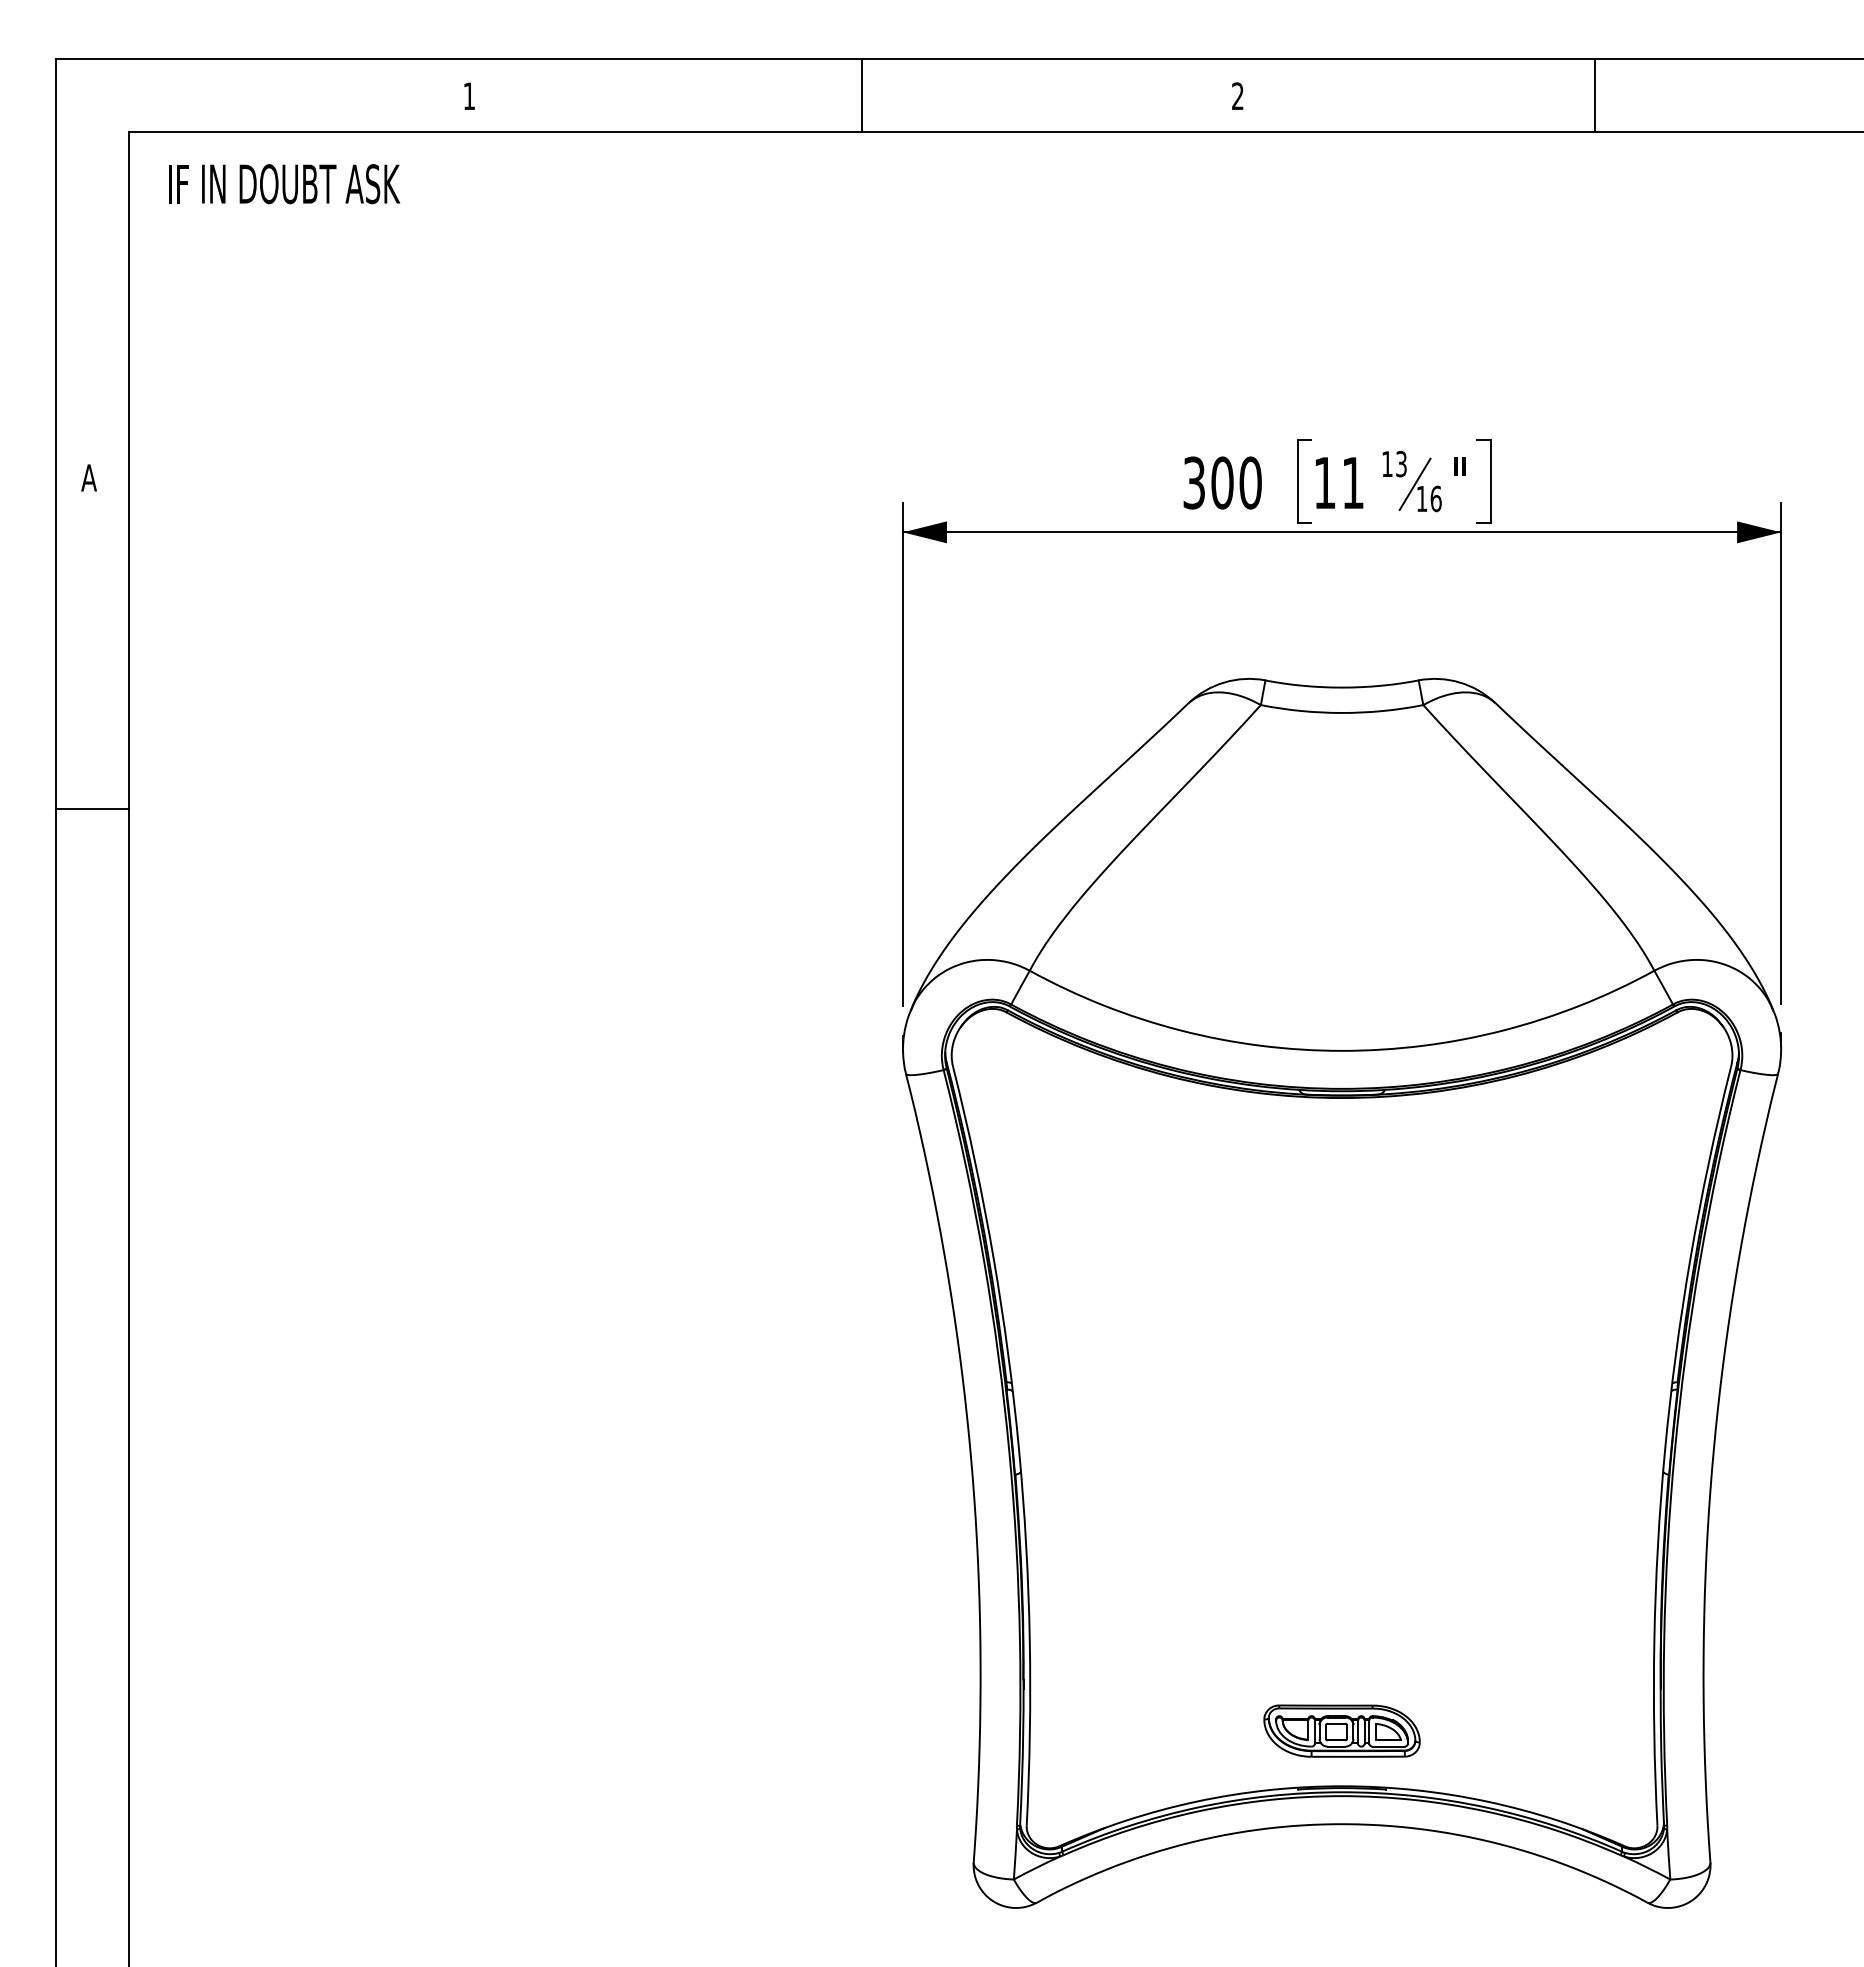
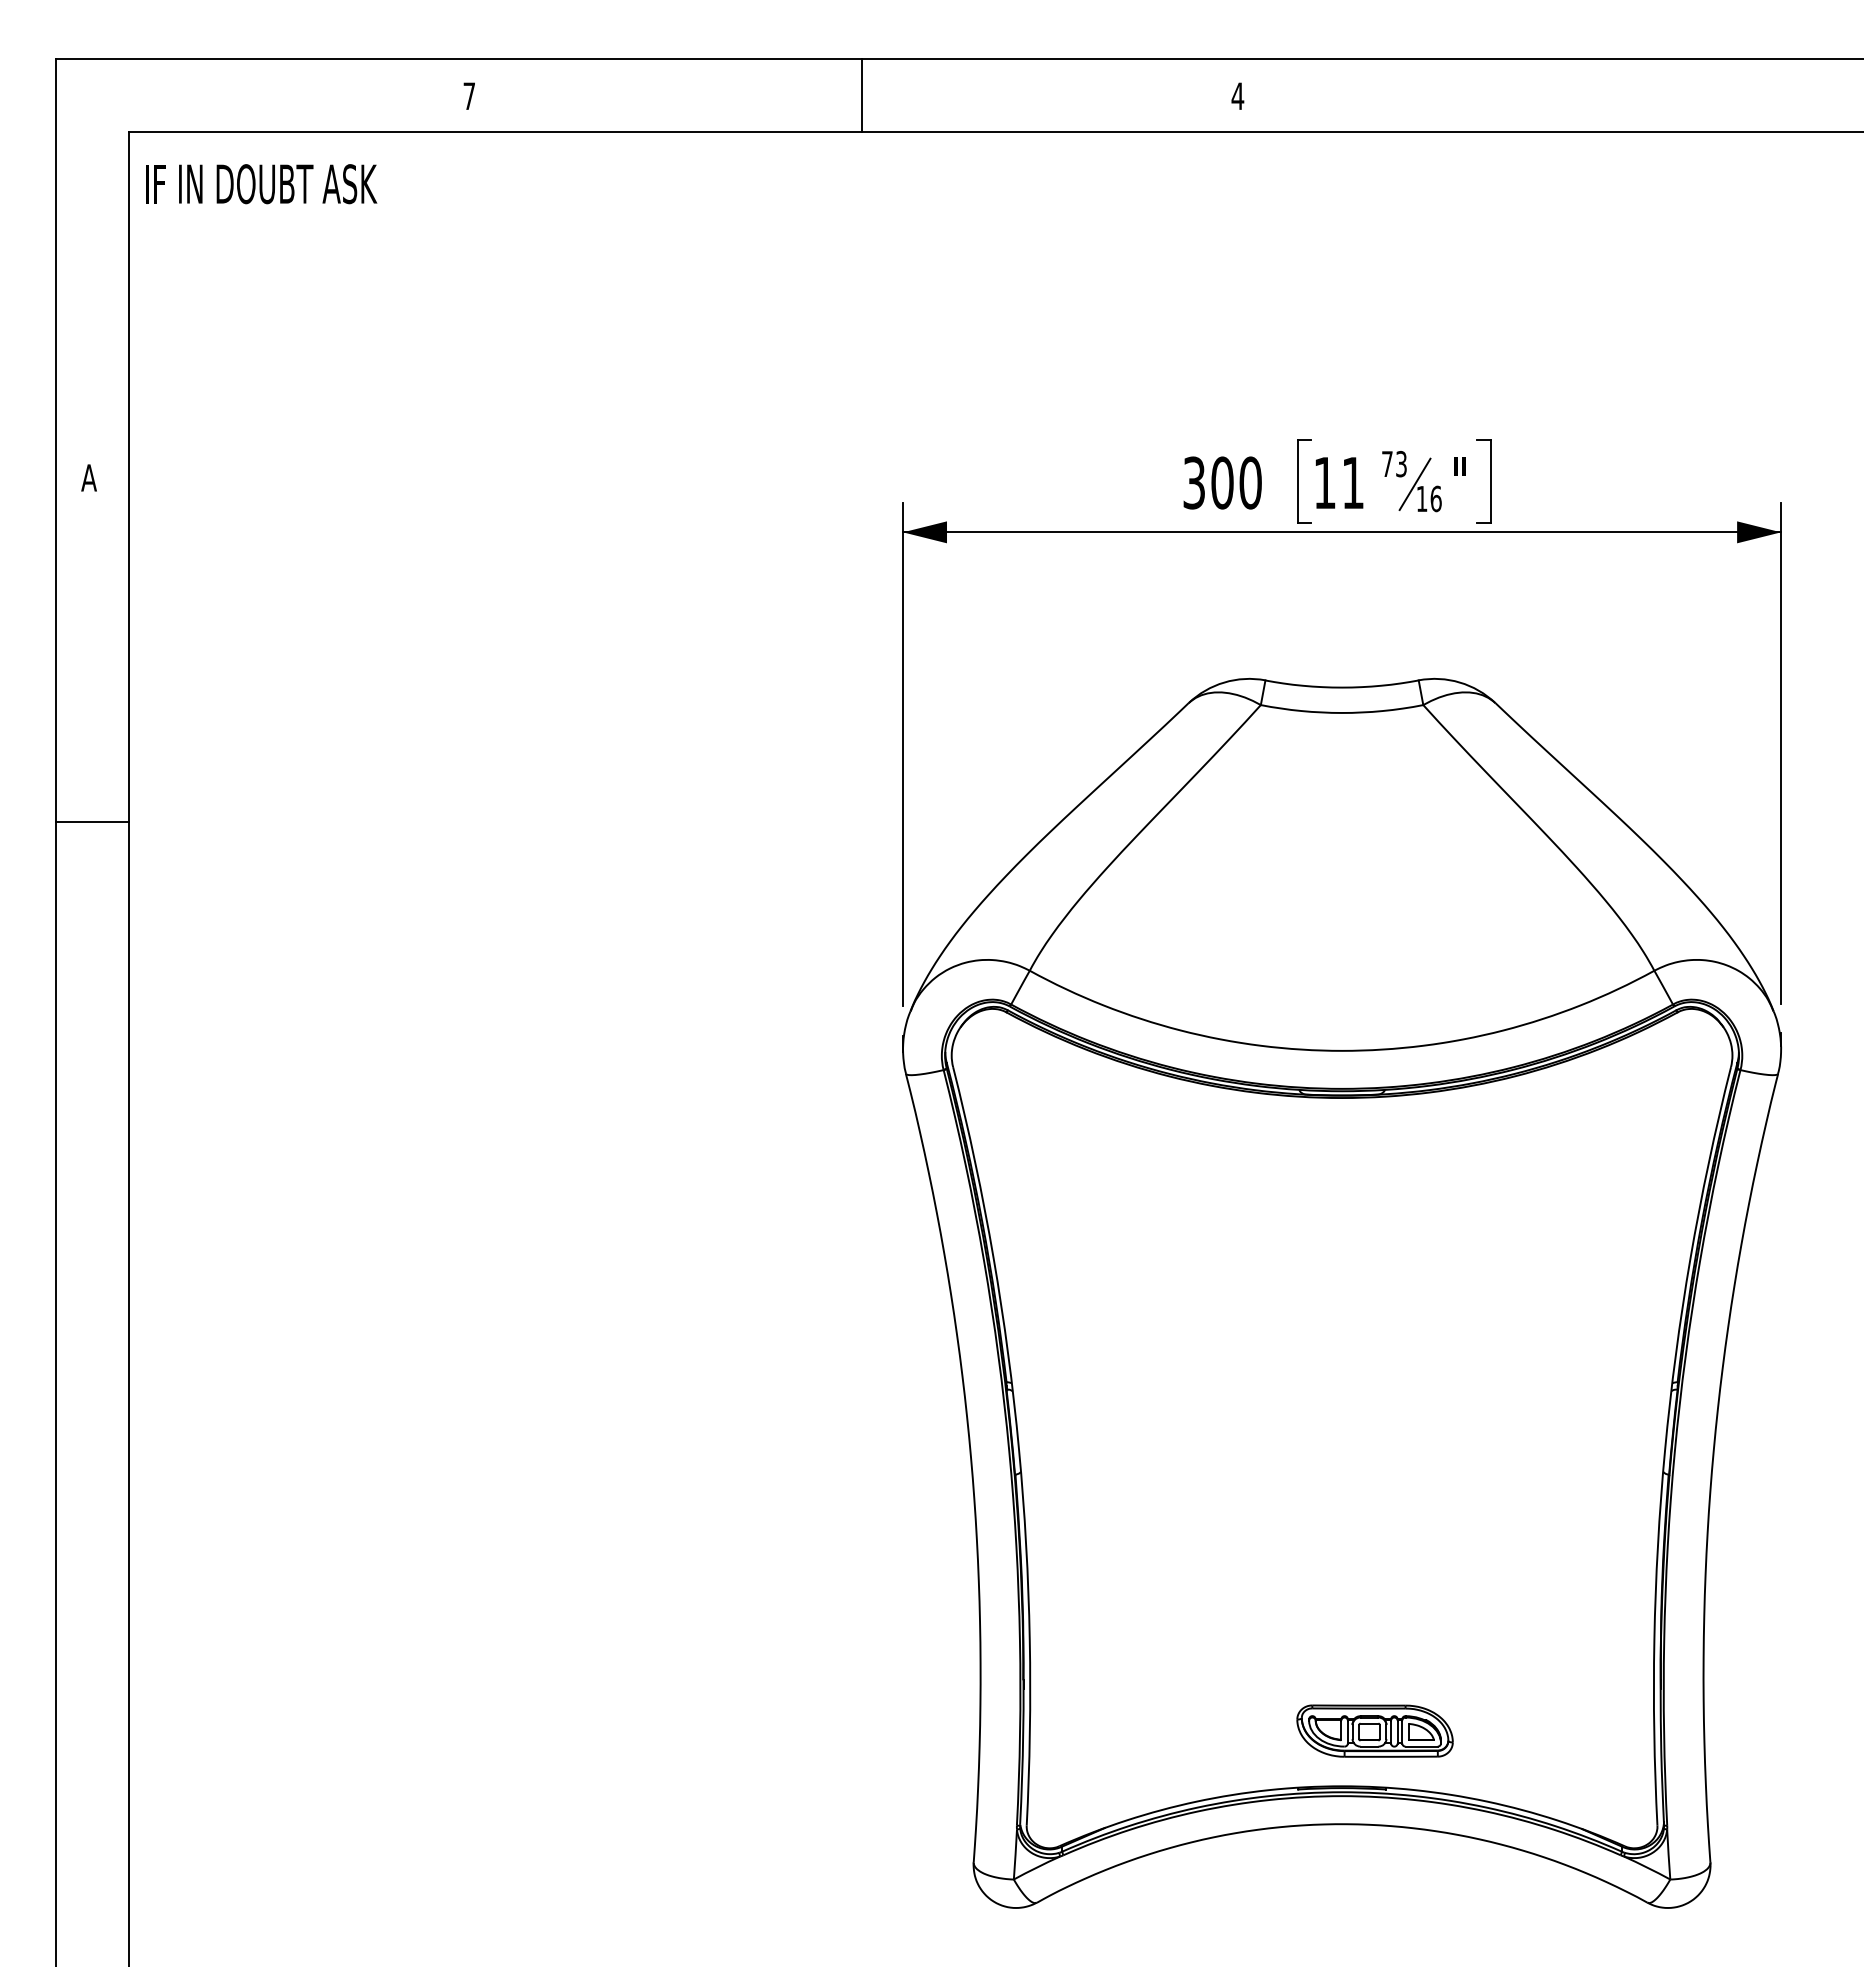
text at (468, 95): 1 -> 7
text at (1237, 95): 2 -> 4
line at (1594, 95): present -> none
text at (284, 184) position: (284, 184) -> (261, 184)
text at (1387, 463): 13 -> 73
line at (92, 808) position: (92, 808) -> (92, 821)
part at (1341, 1730) position: (1341, 1730) -> (1374, 1730)
